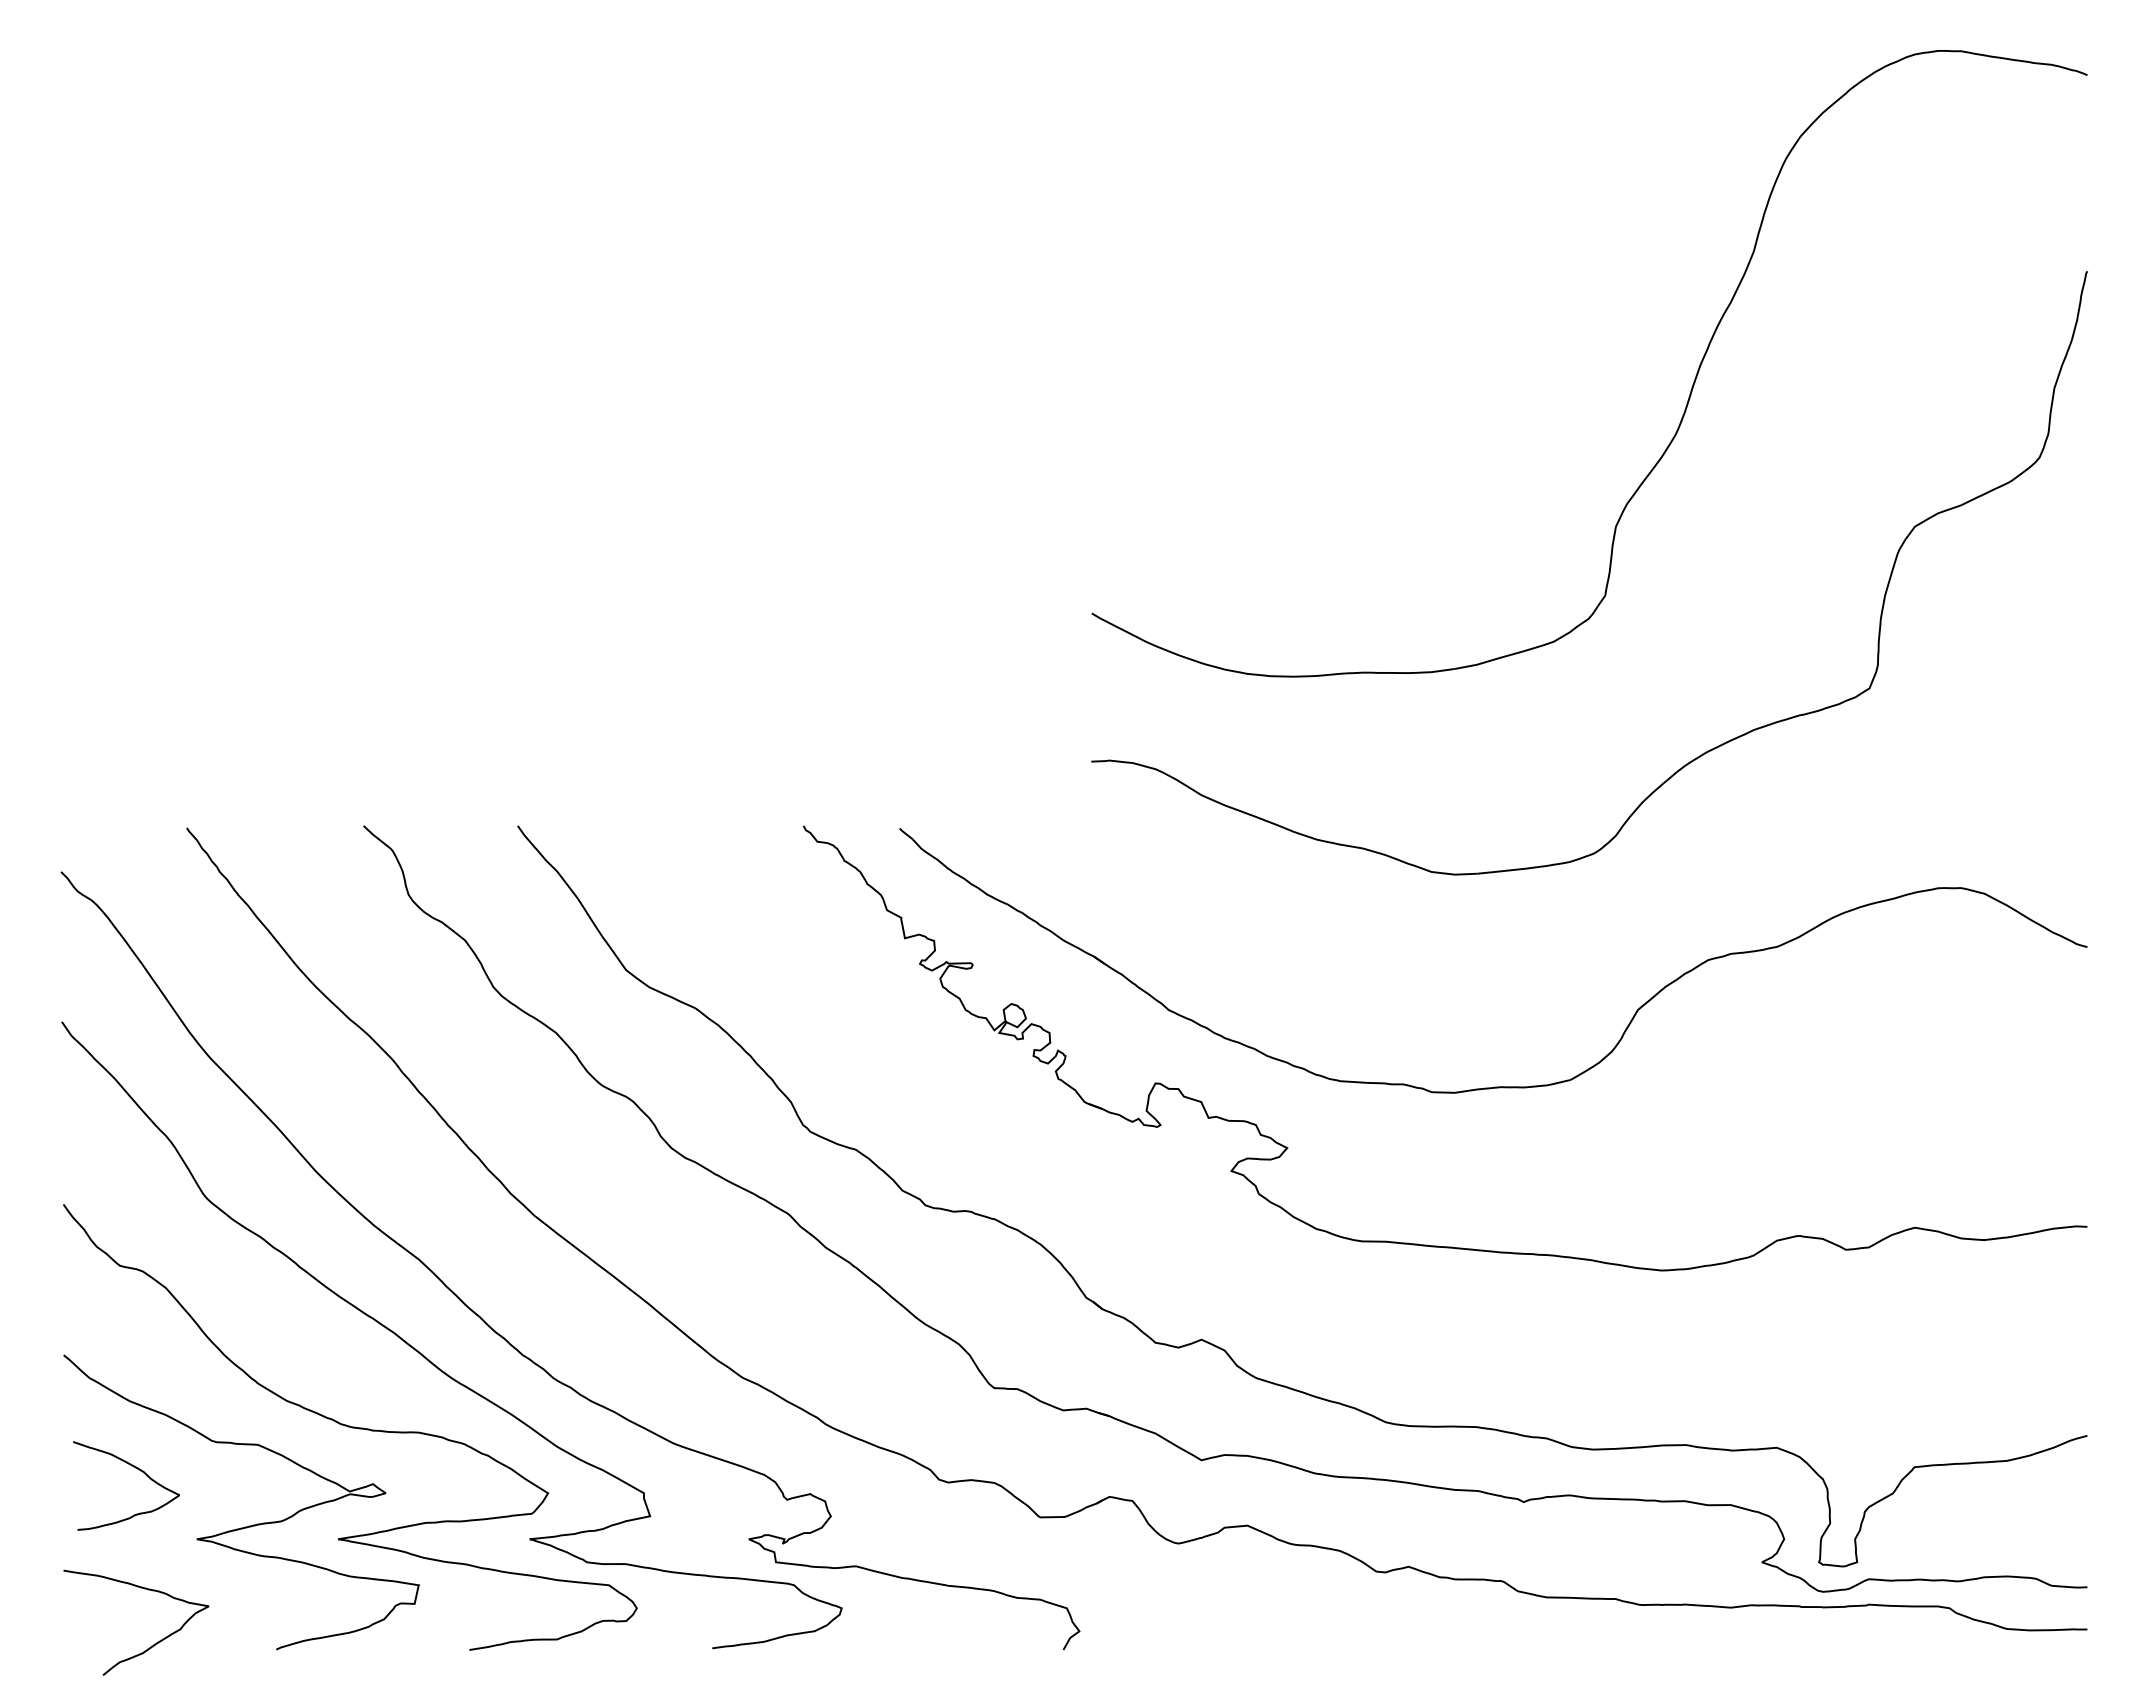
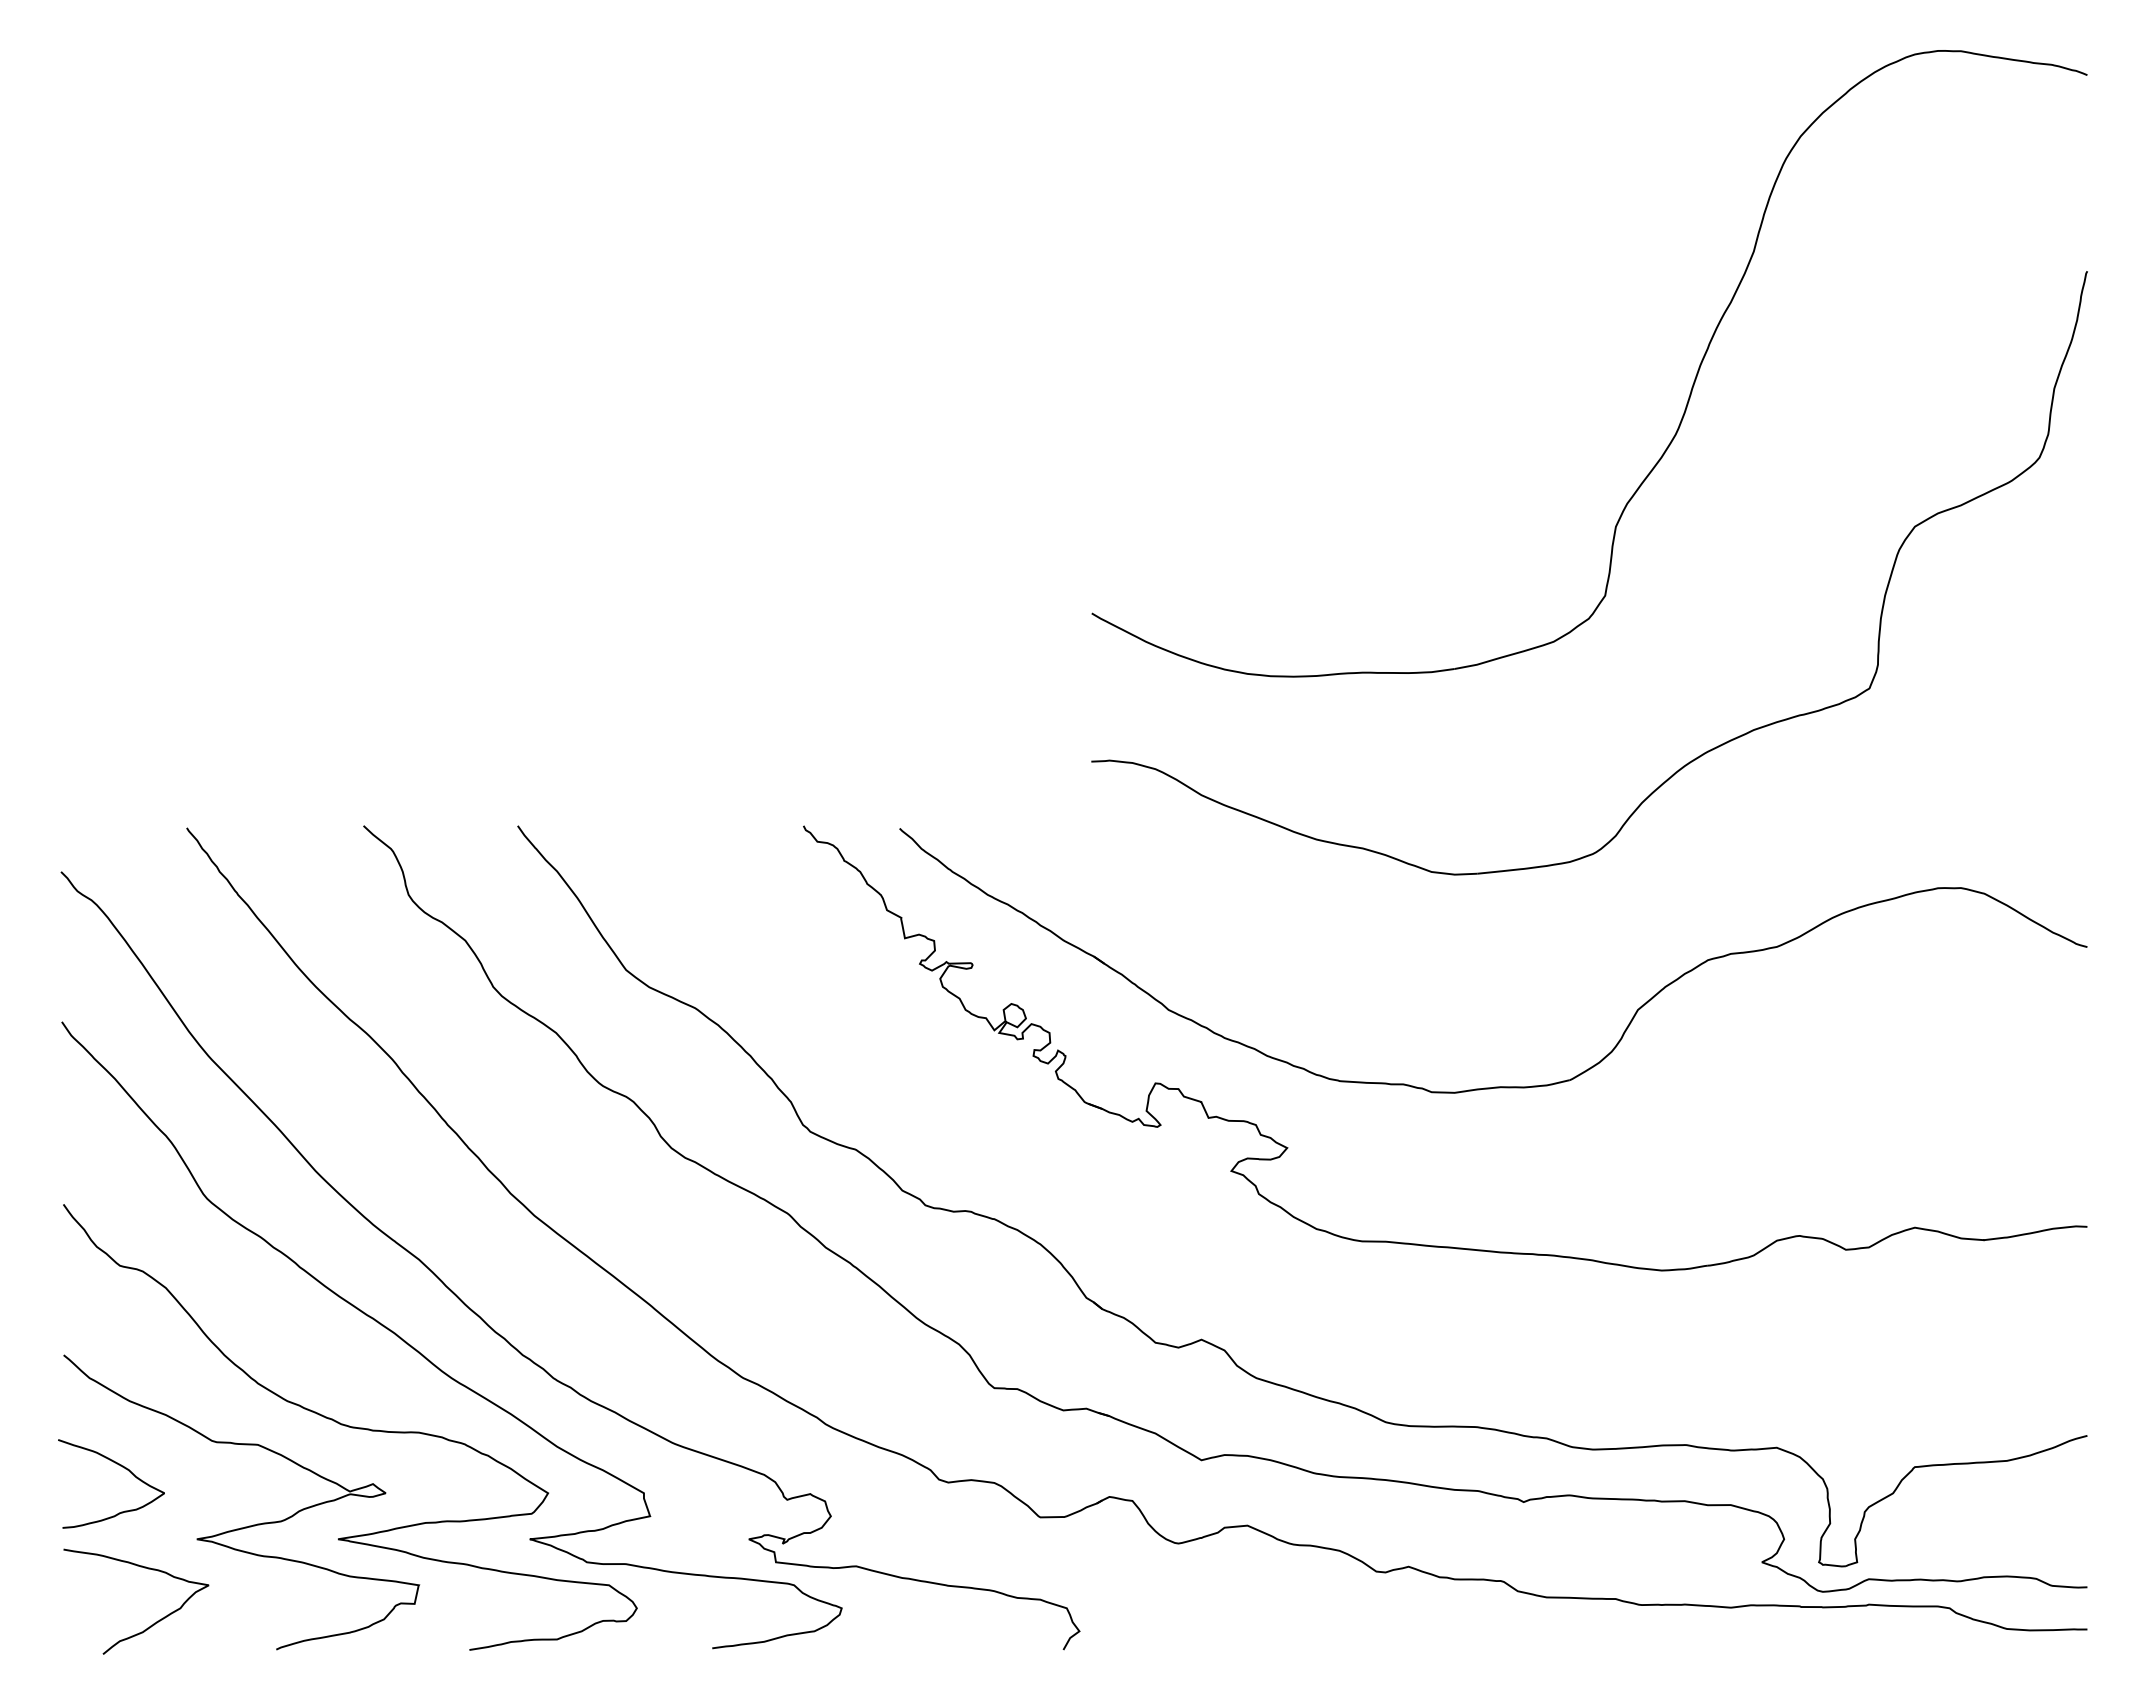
curve at (135, 1468) position: (135, 1468) -> (120, 1466)
curve at (154, 1643) position: (154, 1643) -> (154, 1622)
